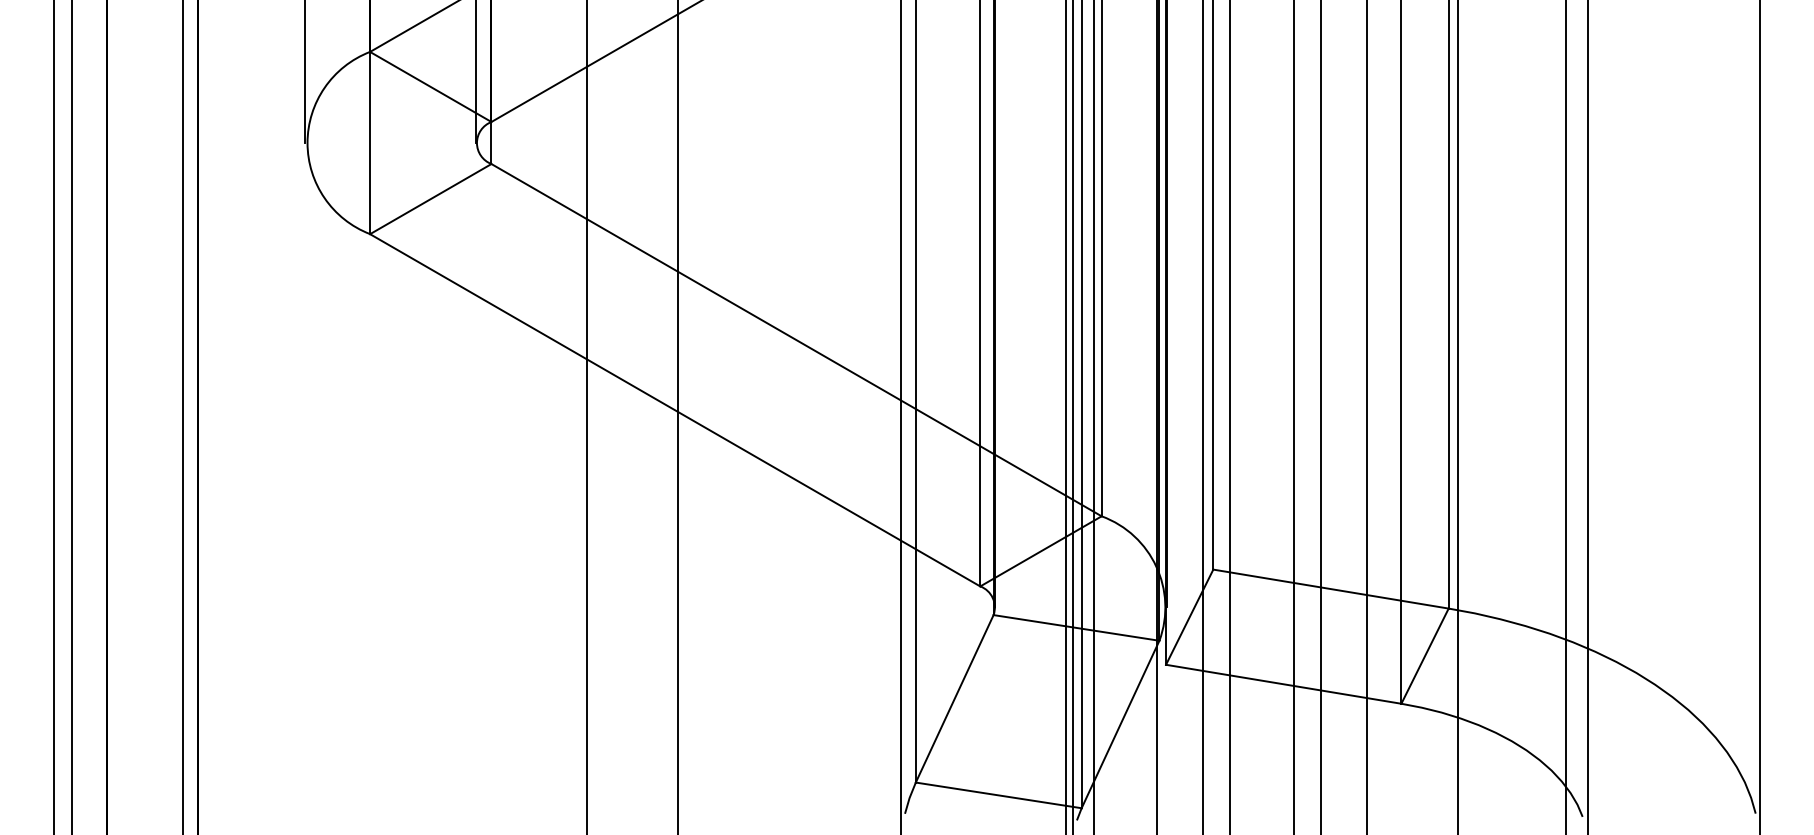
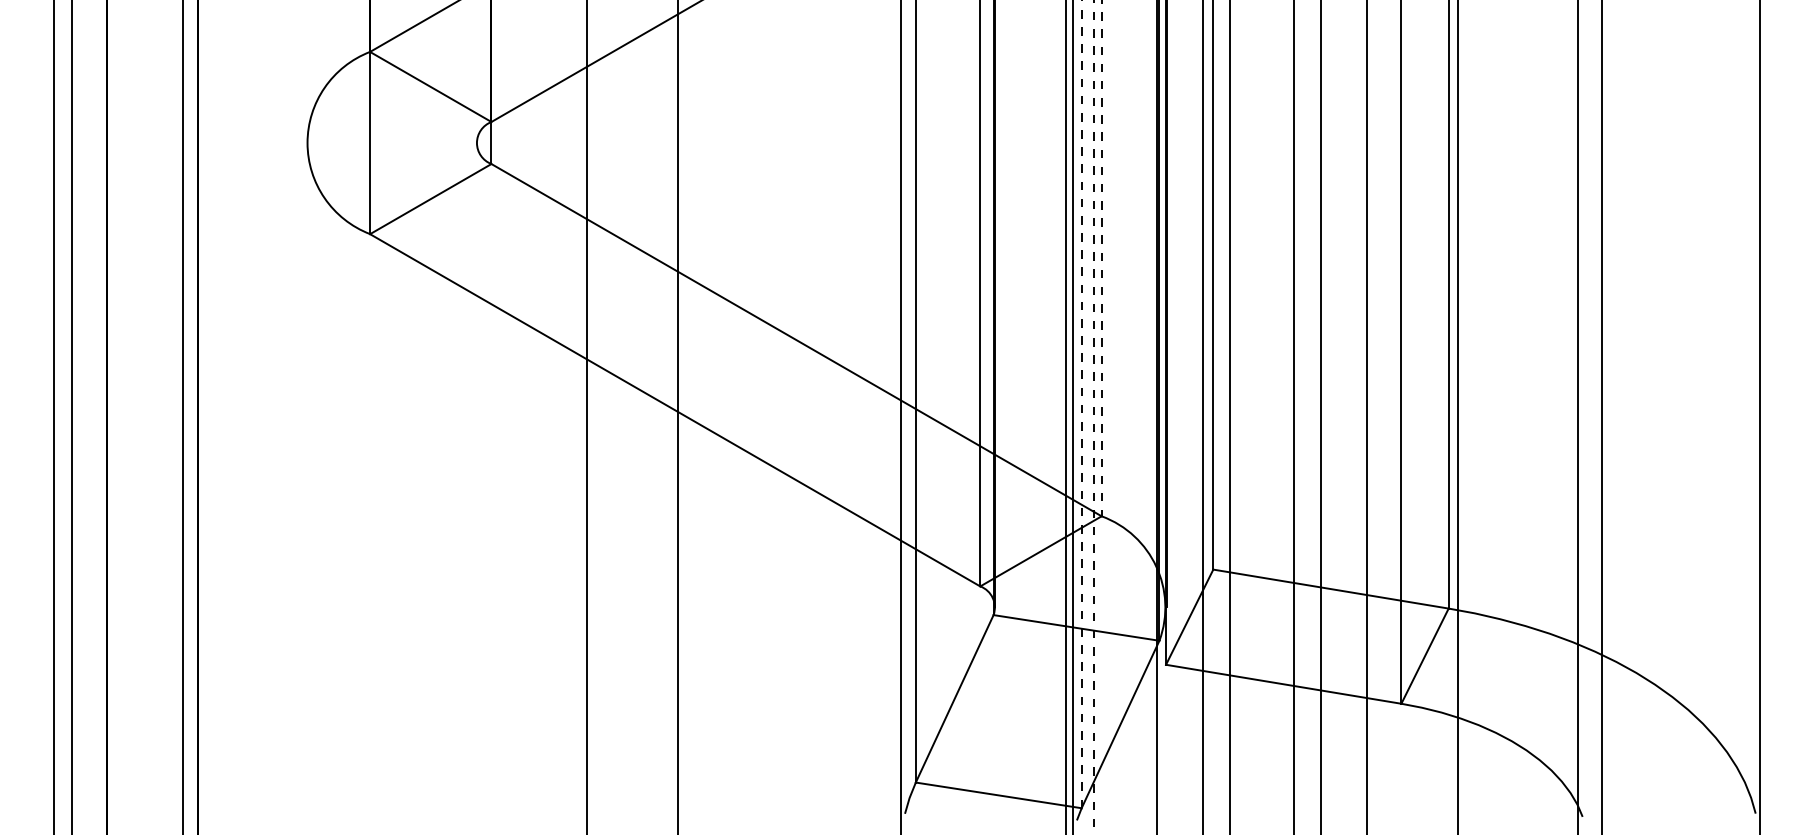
line at (304, 72): present -> none
line at (476, 72): present -> none
line at (1101, 258): solid -> dashed
line at (1081, 404): solid -> dashed
line at (1566, 416) position: (1566, 416) -> (1578, 416)
line at (1587, 416) position: (1587, 416) -> (1601, 416)
line at (1094, 417): solid -> dashed
